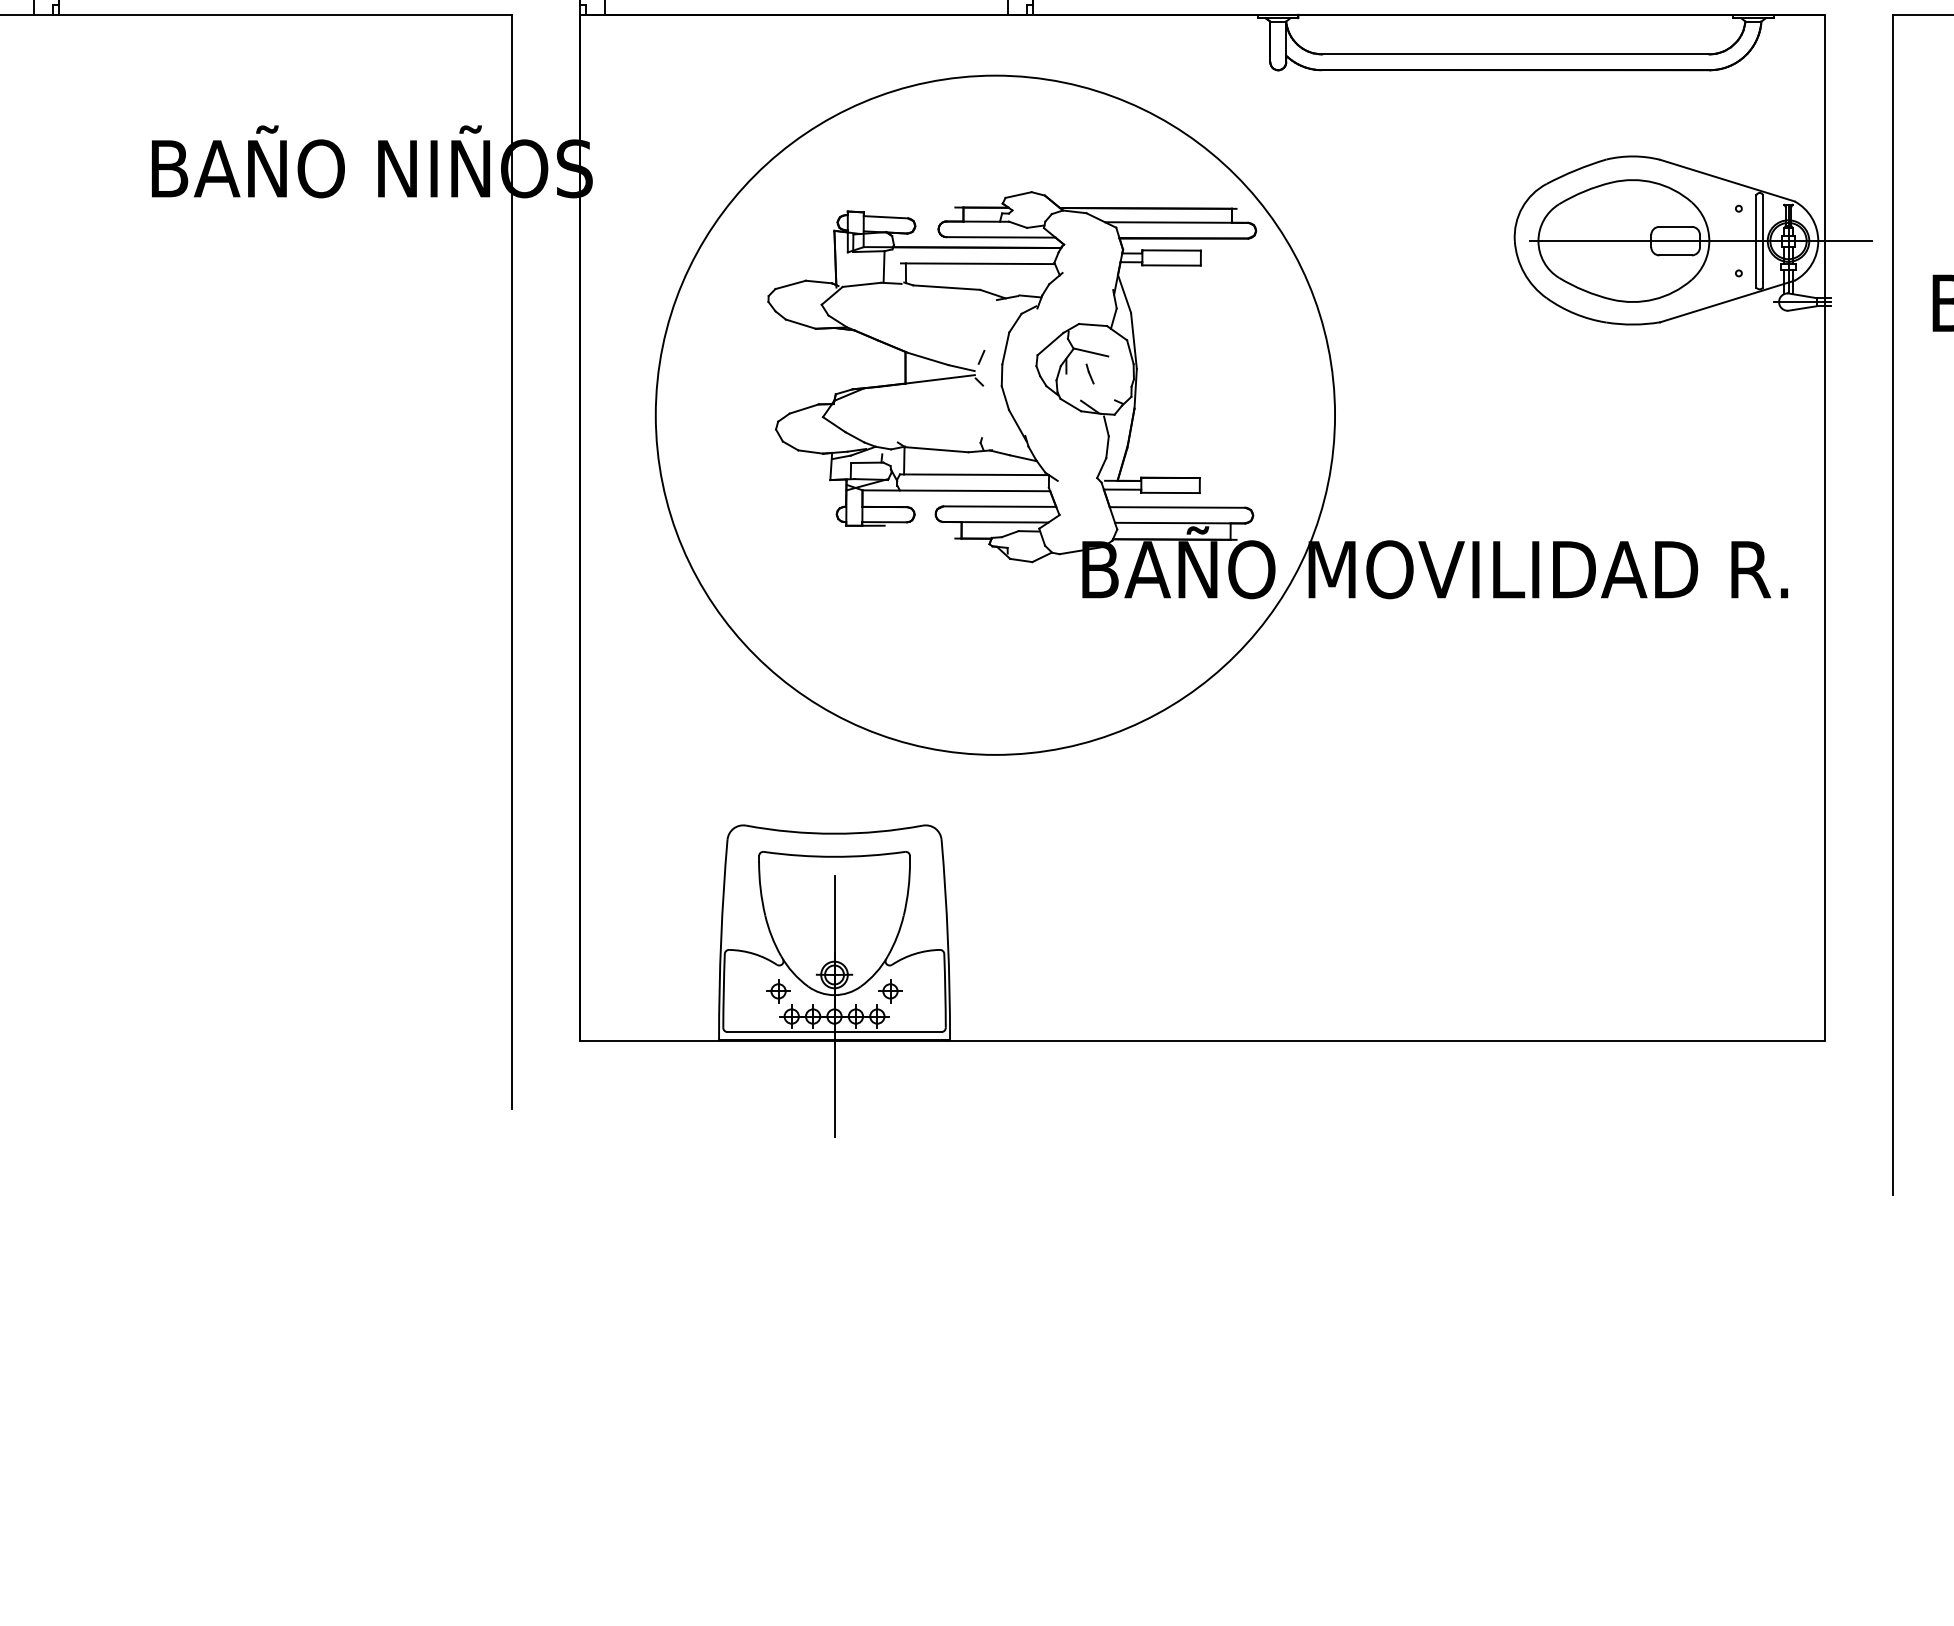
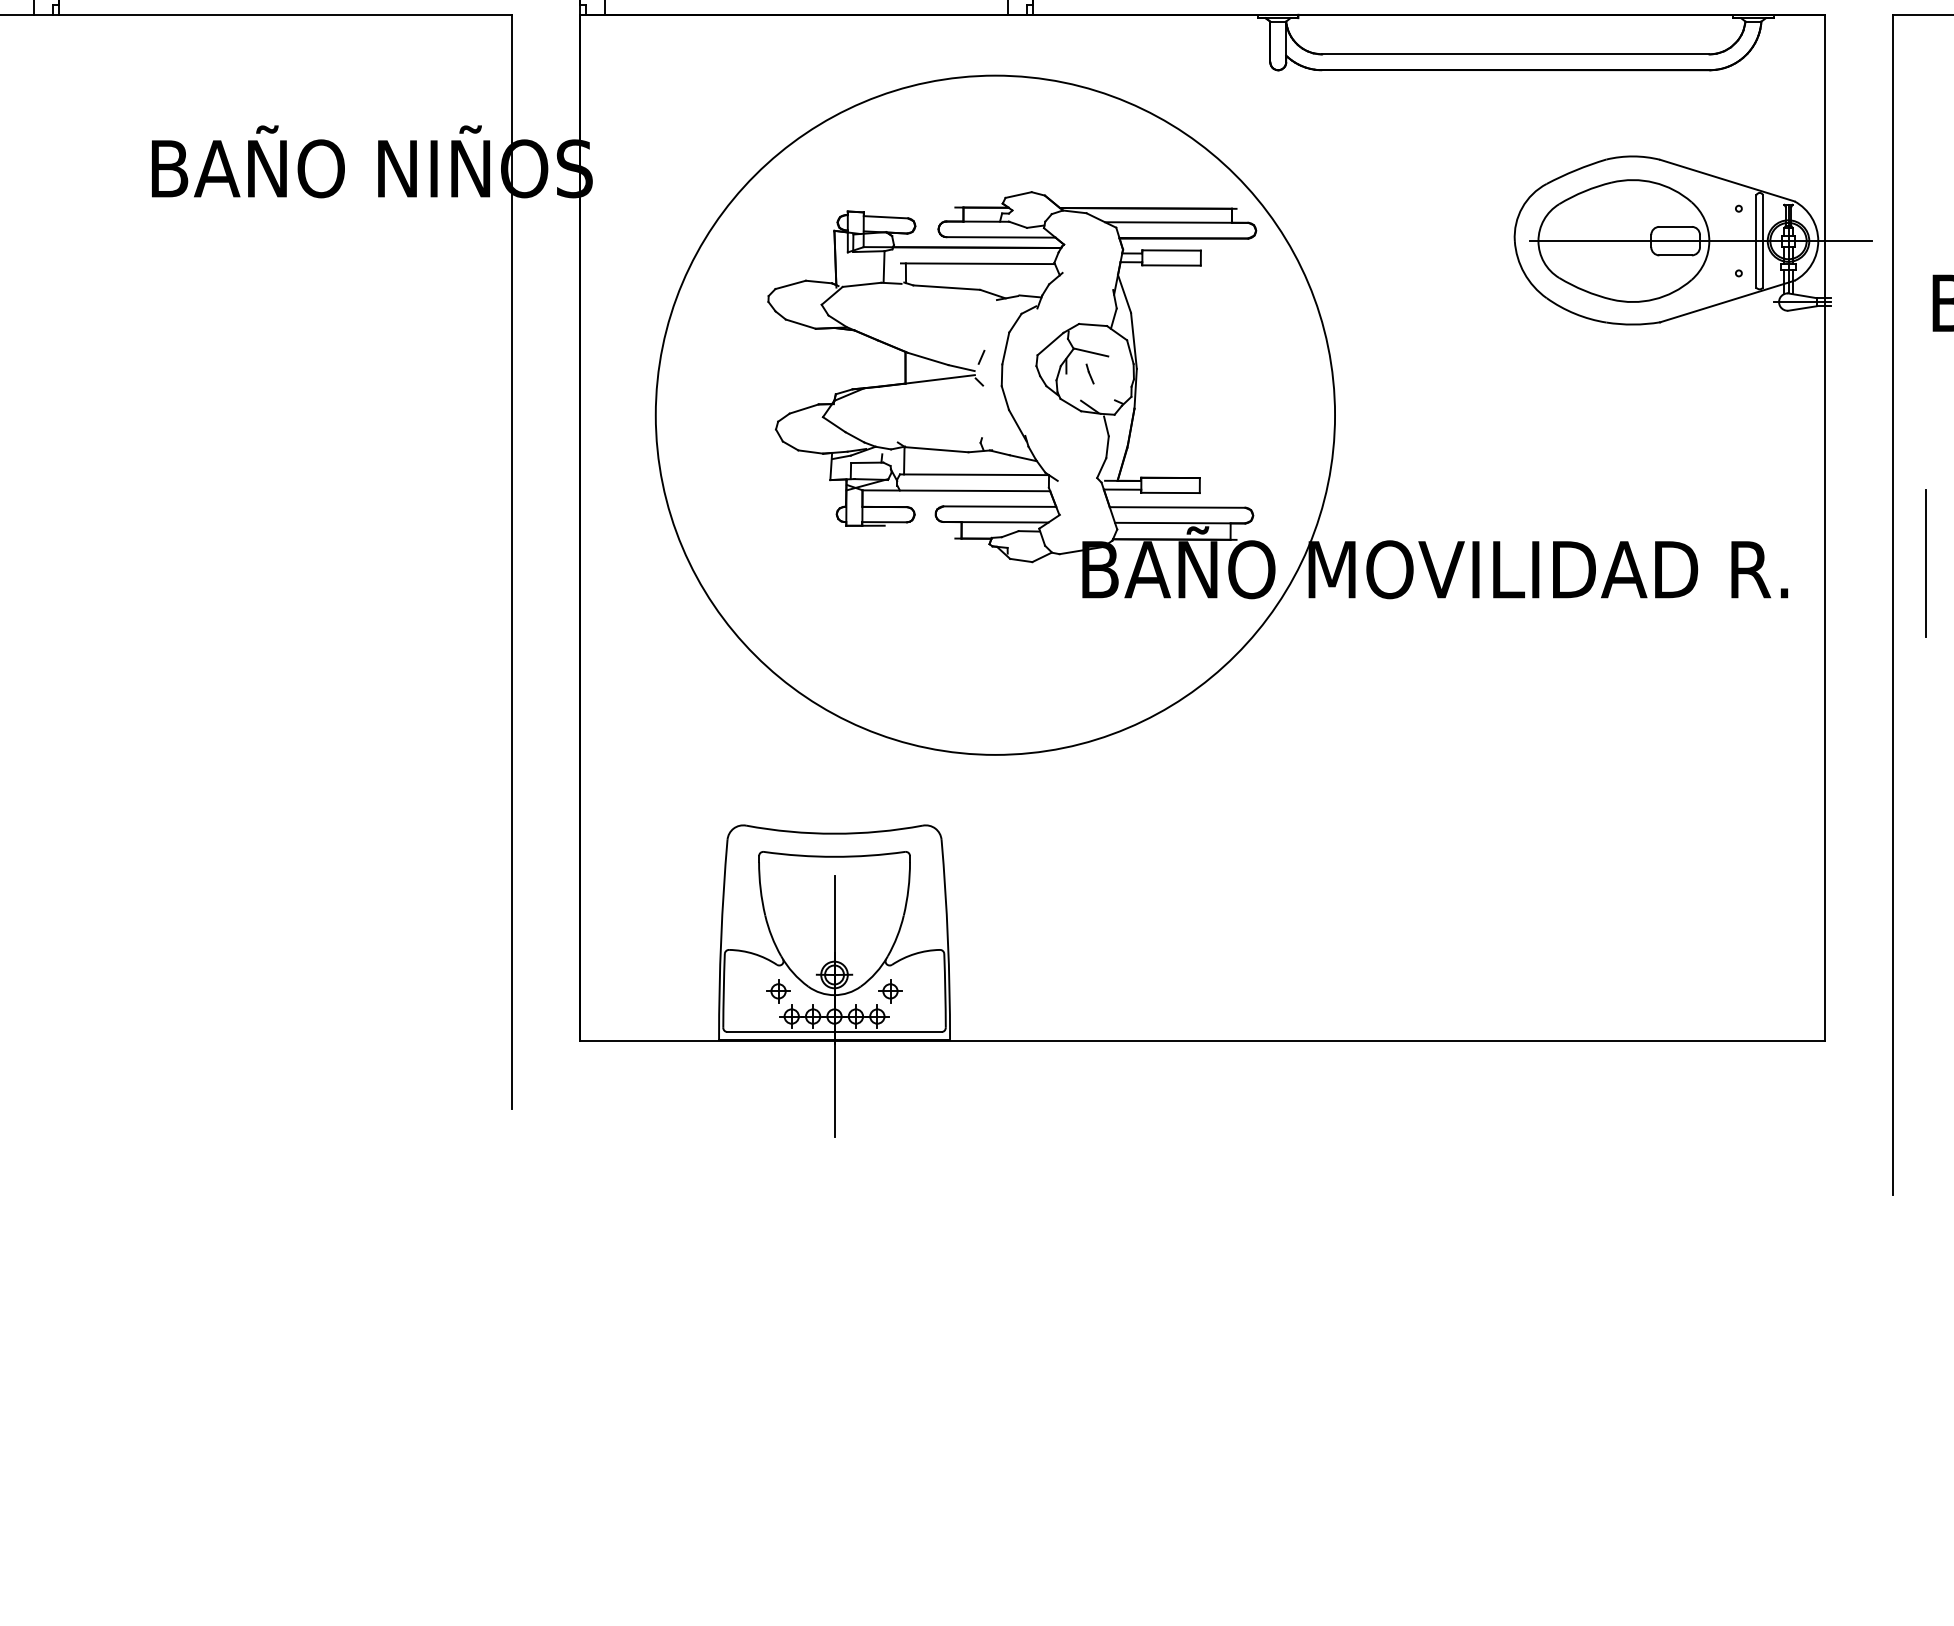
line at (1925, 563): none -> present
